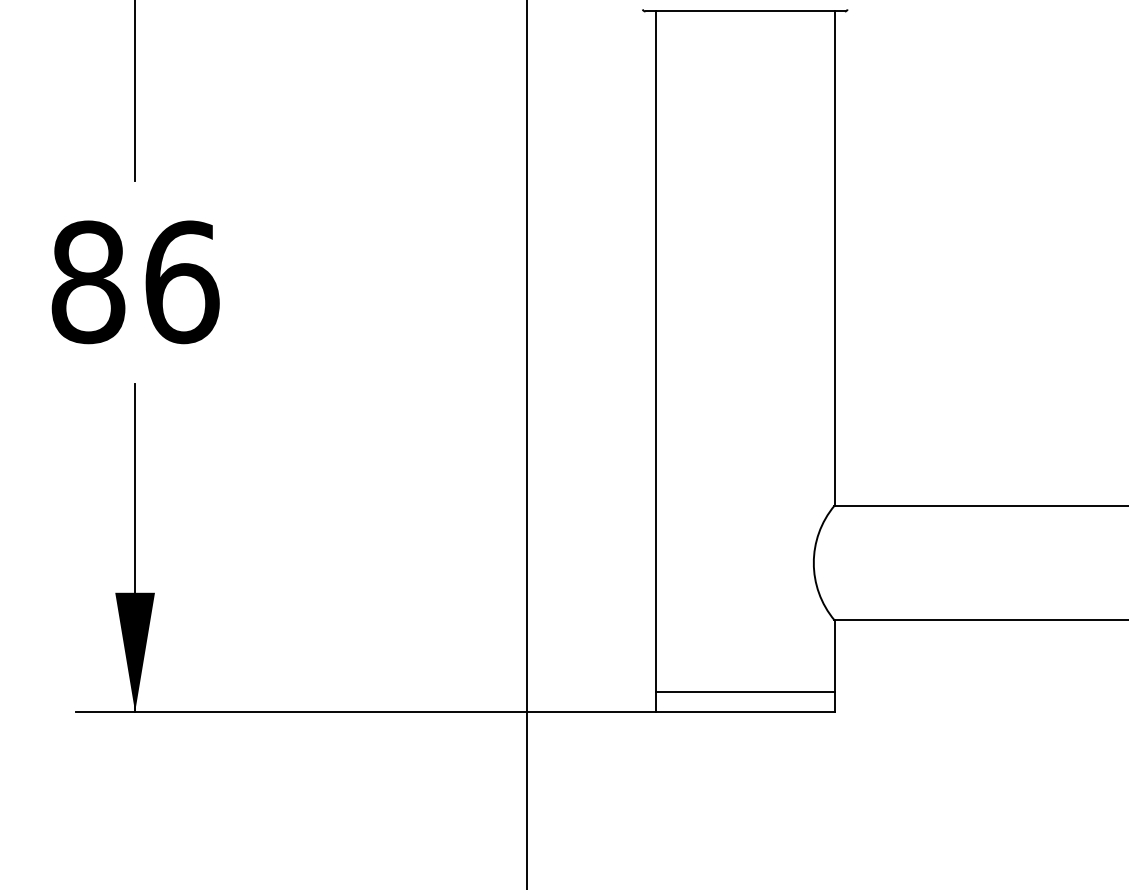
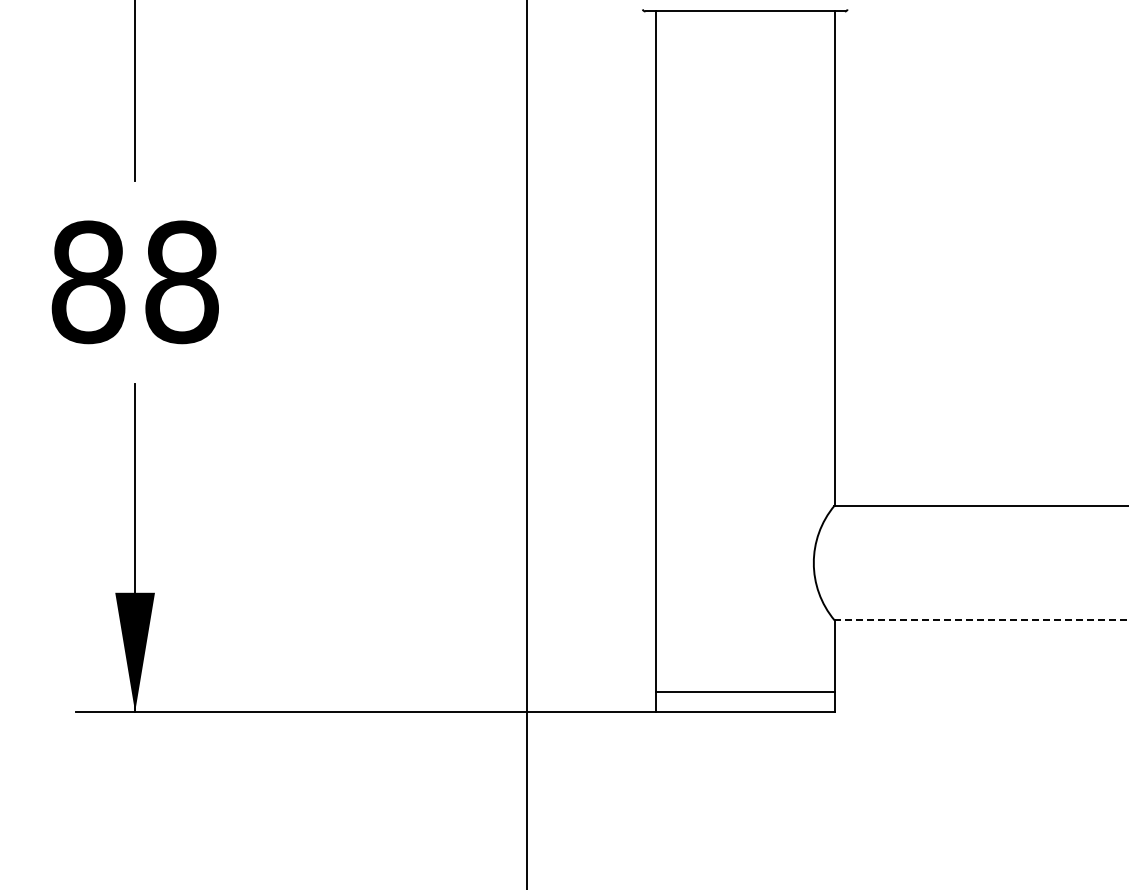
text at (182, 282): 86 -> 88
line at (981, 620): solid -> dashed
